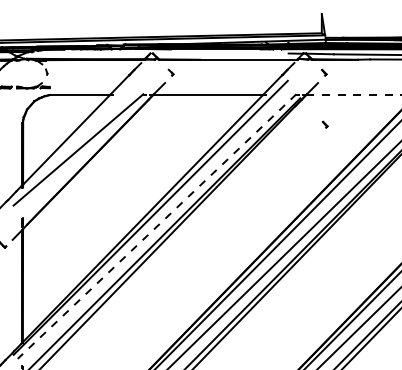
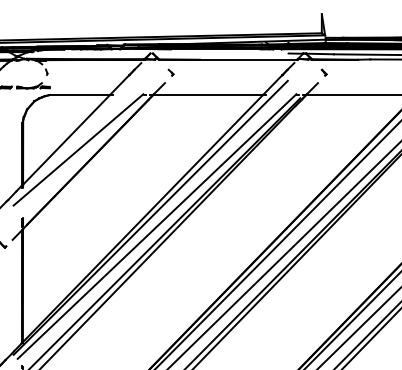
line at (353, 94): dashed -> solid
part at (325, 124): present -> none
line at (156, 226): dashed -> solid
